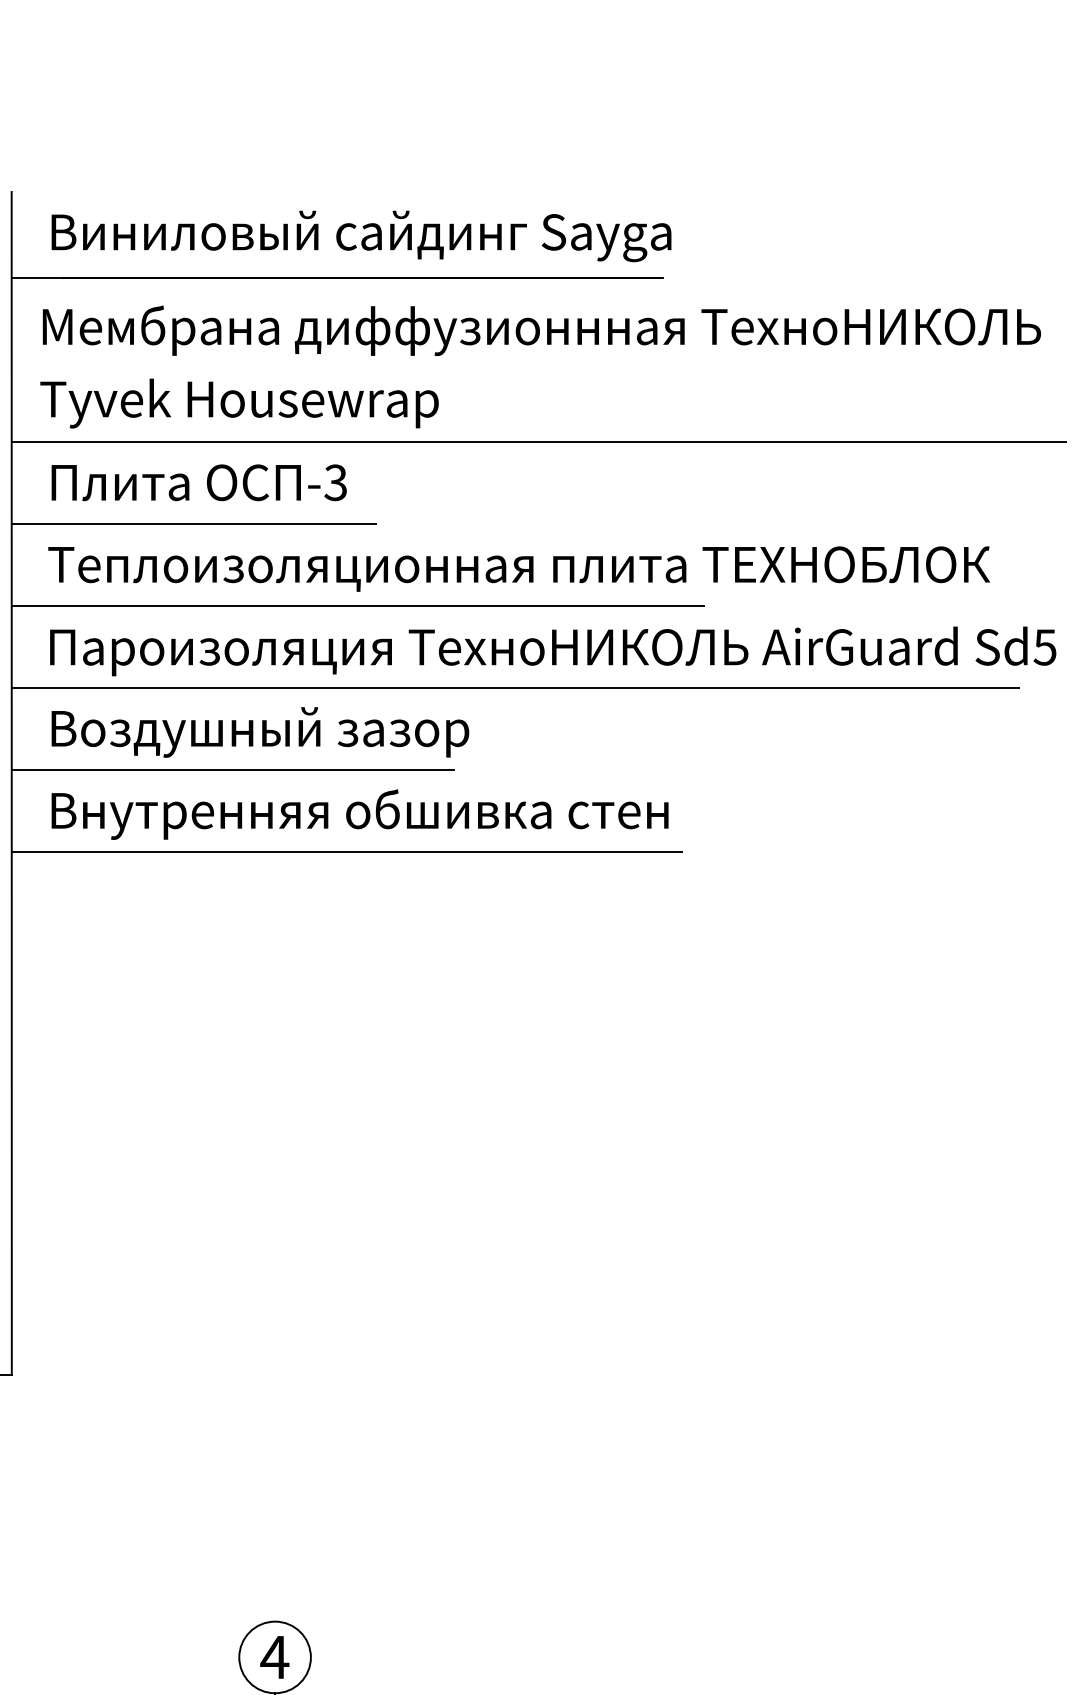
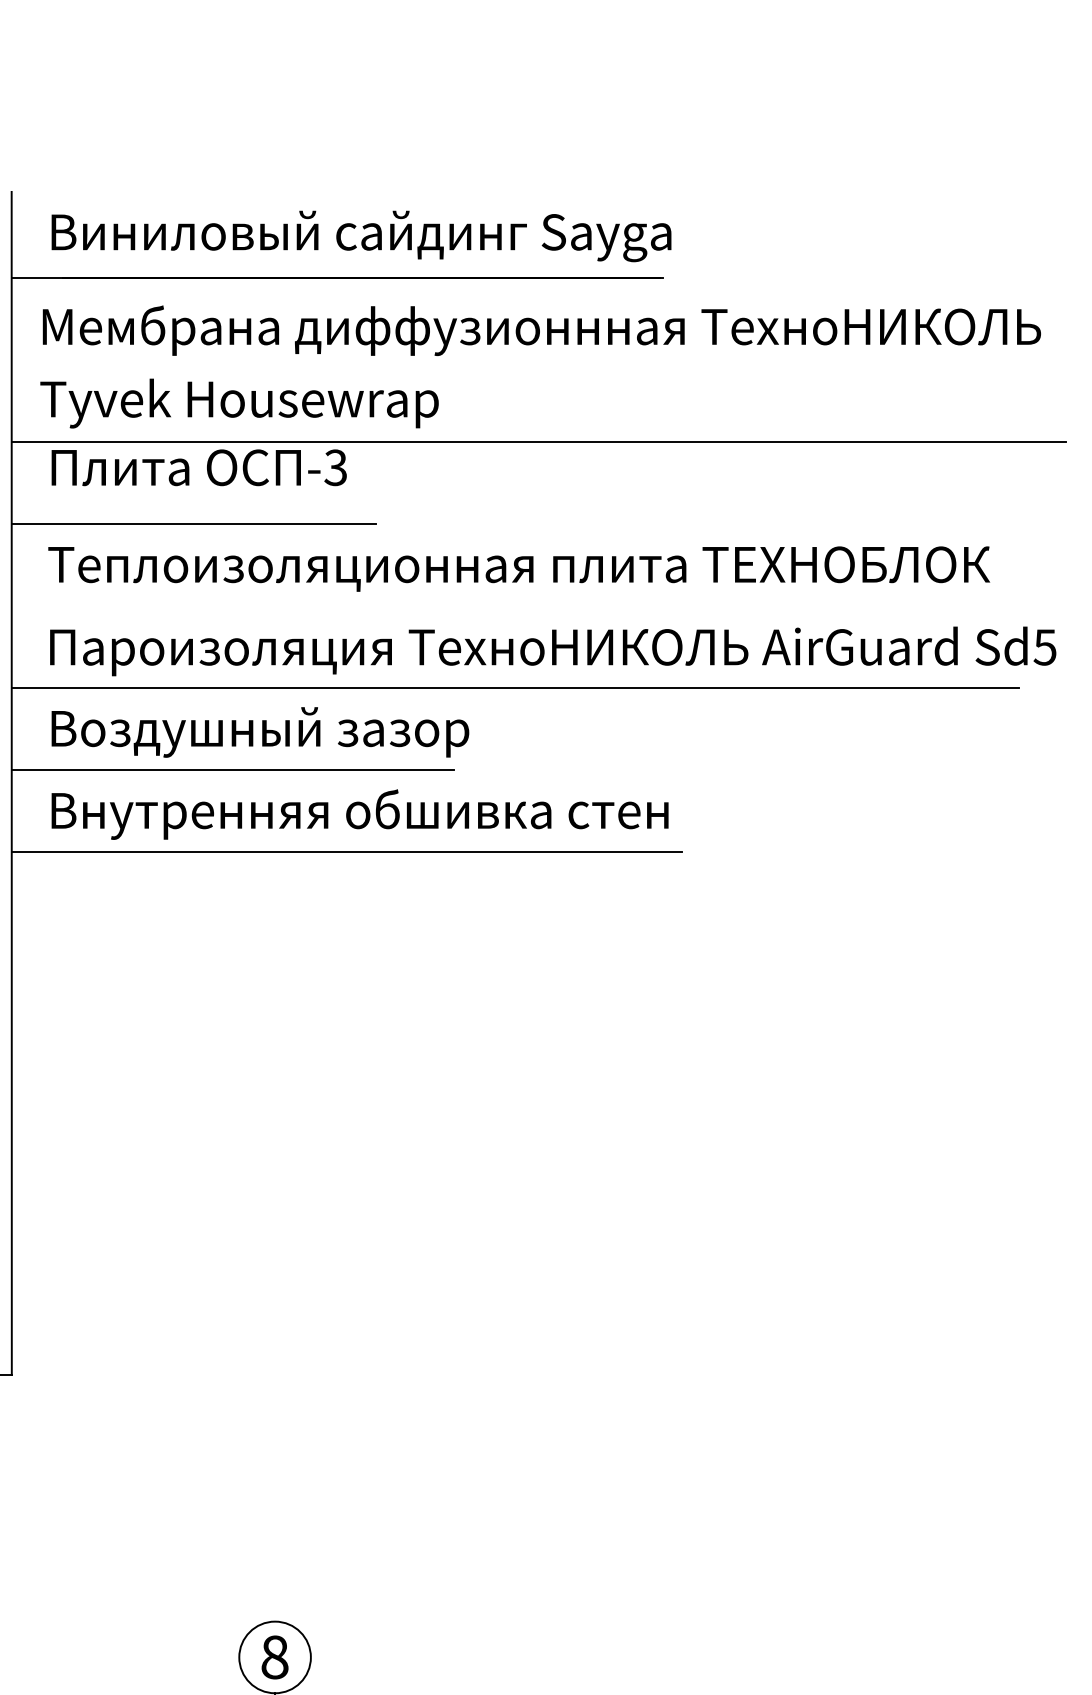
text at (198, 482) position: (198, 482) -> (198, 467)
line at (357, 605): present -> none
text at (274, 1657): 4 -> 8
